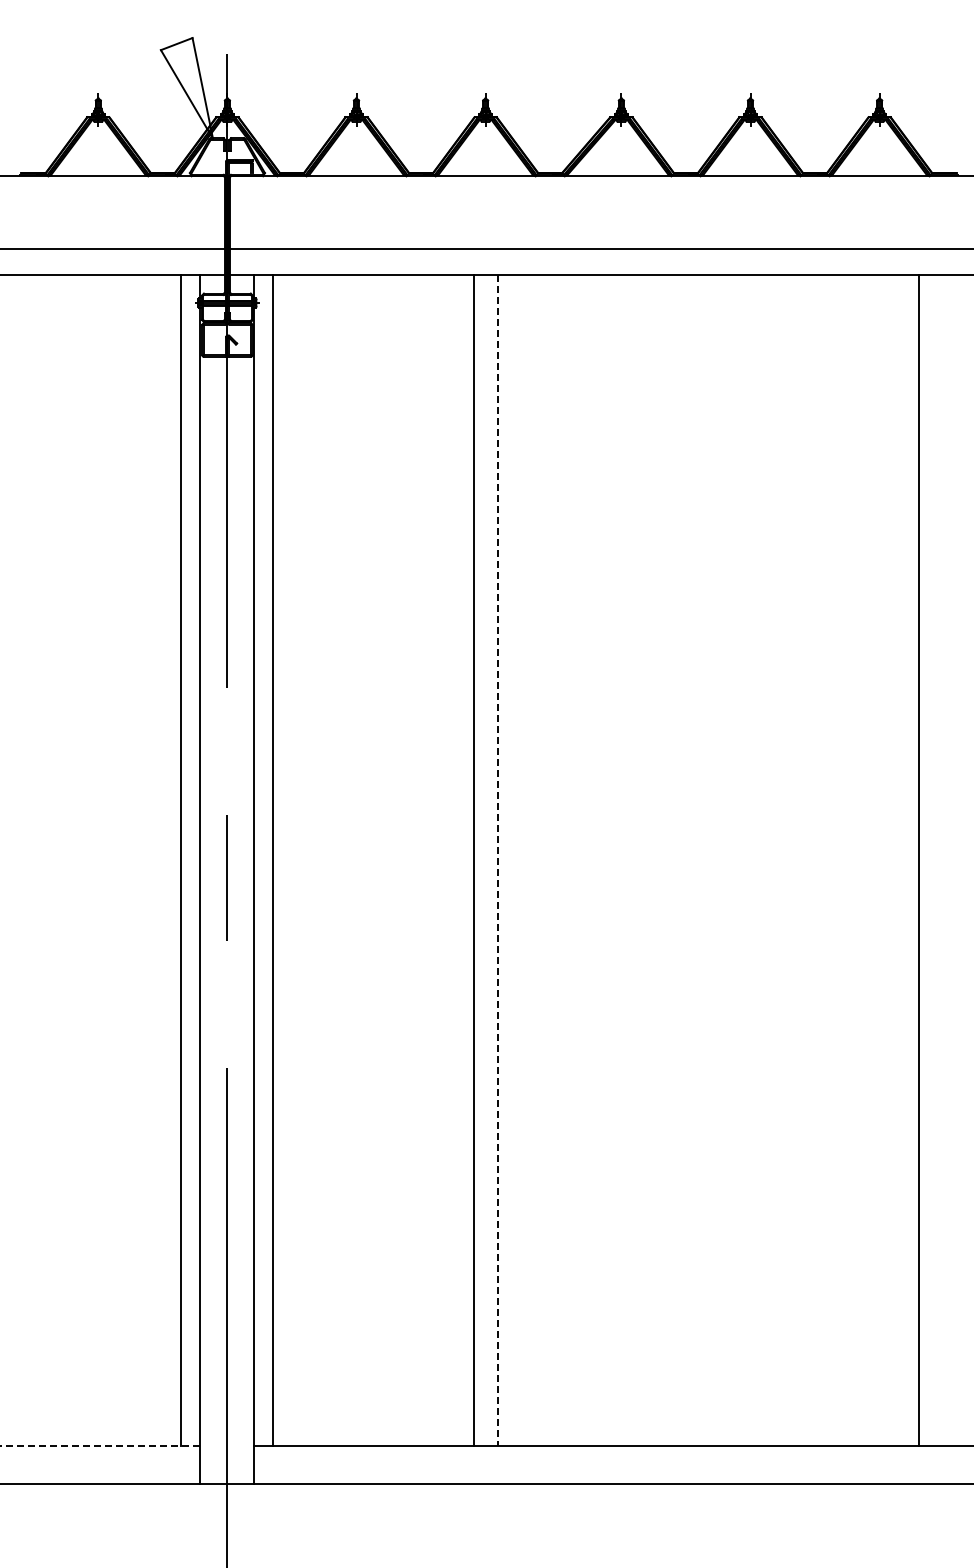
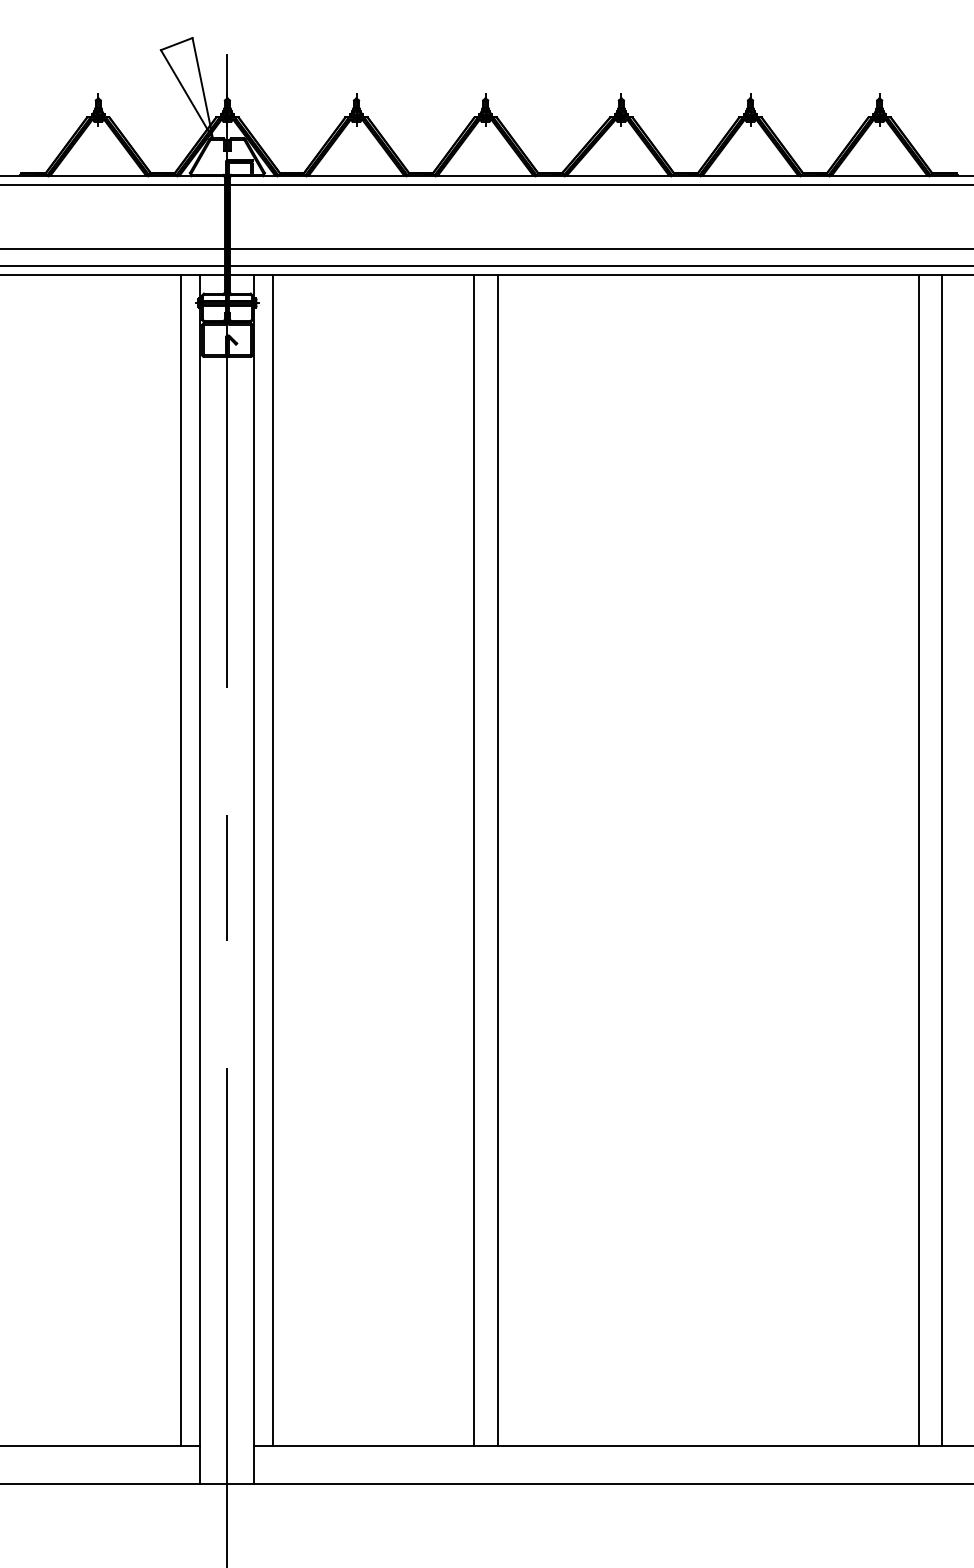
line at (486, 185): none -> present
line at (486, 265): none -> present
line at (497, 860): dashed -> solid
line at (941, 860): none -> present
line at (100, 1446): dashed -> solid
